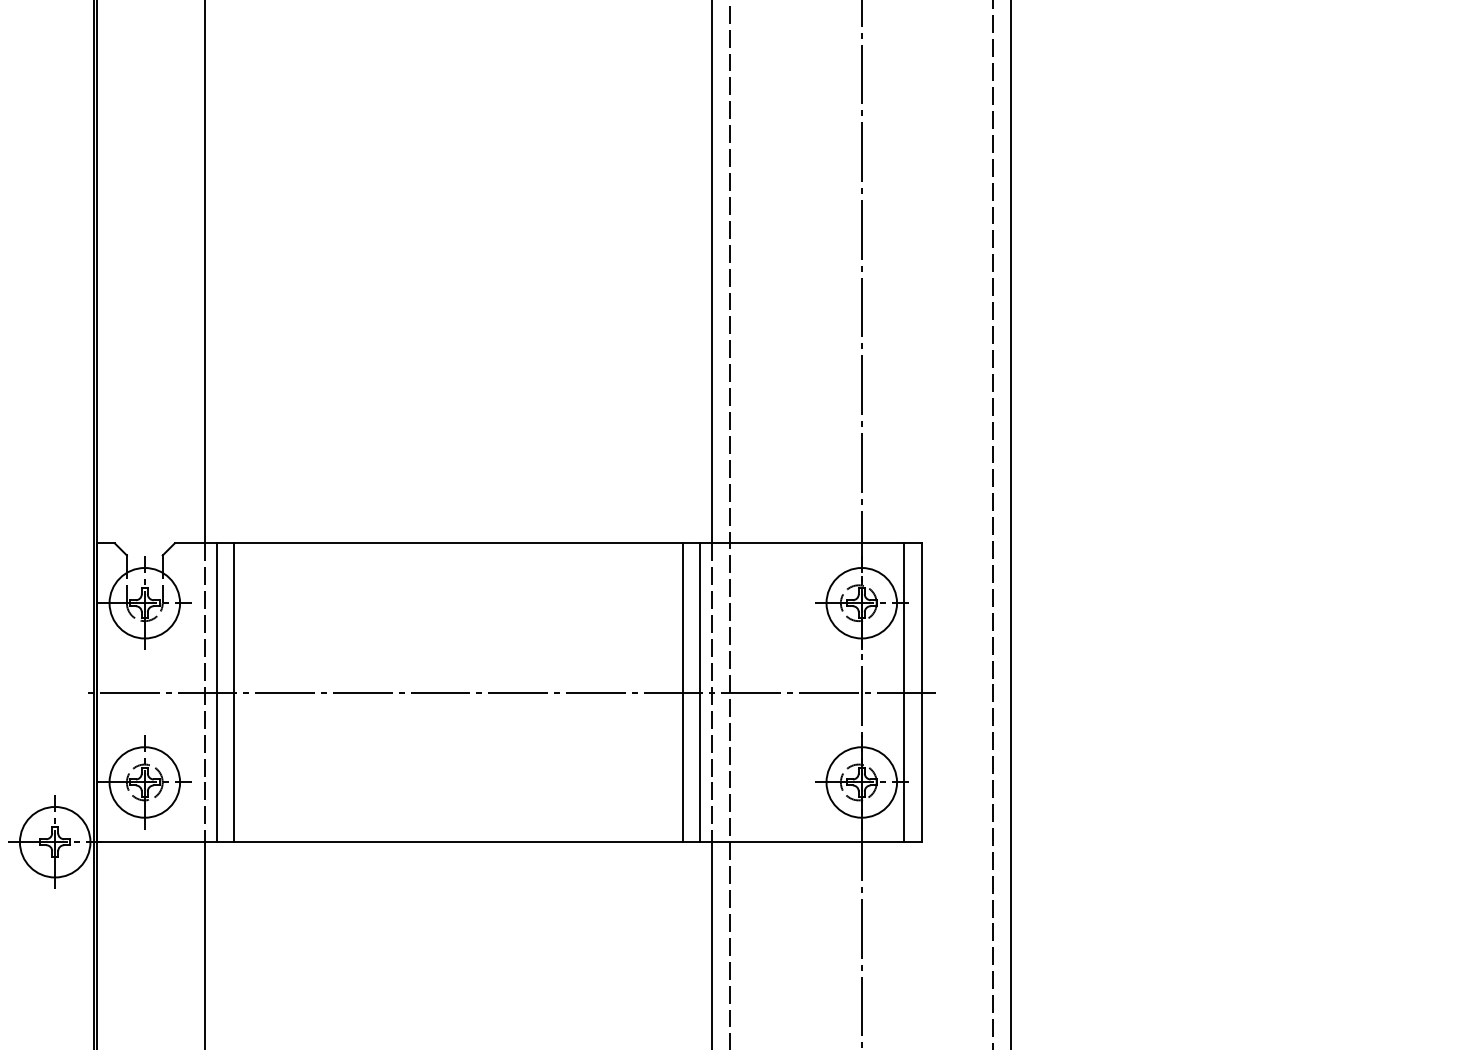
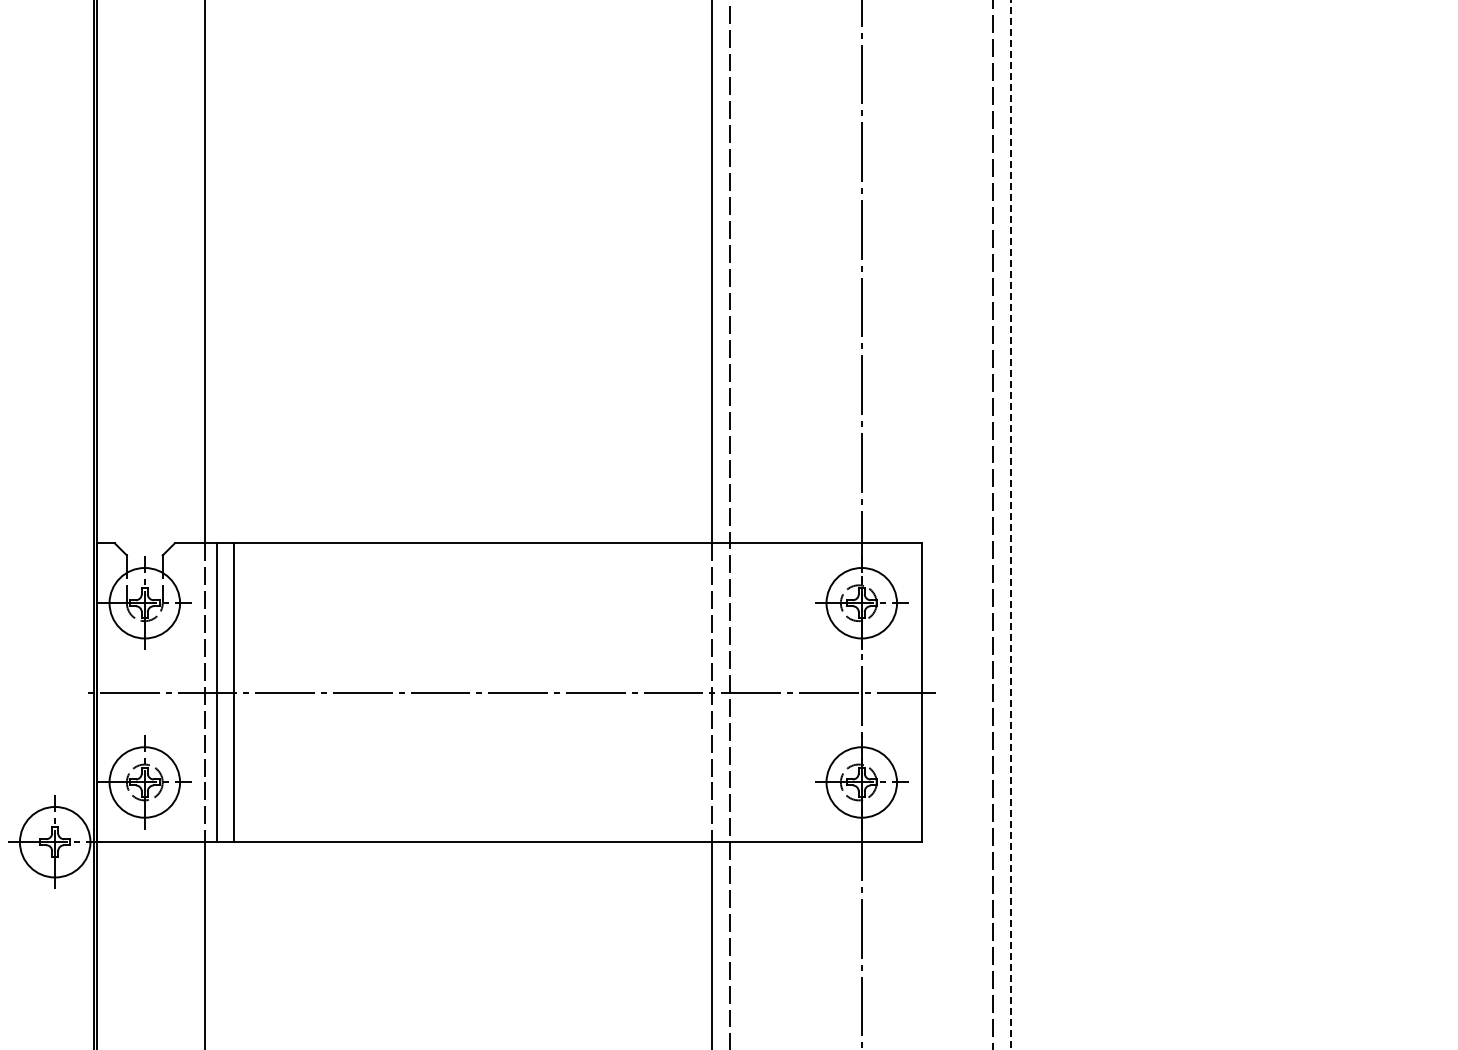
line at (1011, 525): solid -> dashed
line at (682, 692): present -> none
line at (700, 692): present -> none
line at (903, 692): present -> none
